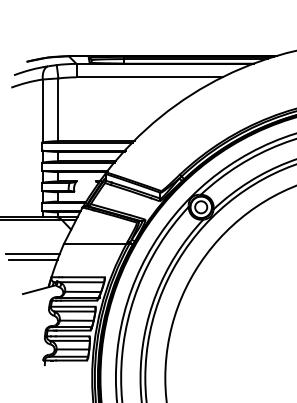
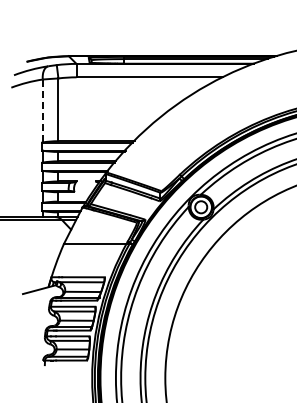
line at (42, 111): solid -> dashed
line at (32, 253): present -> none
line at (32, 259): present -> none
